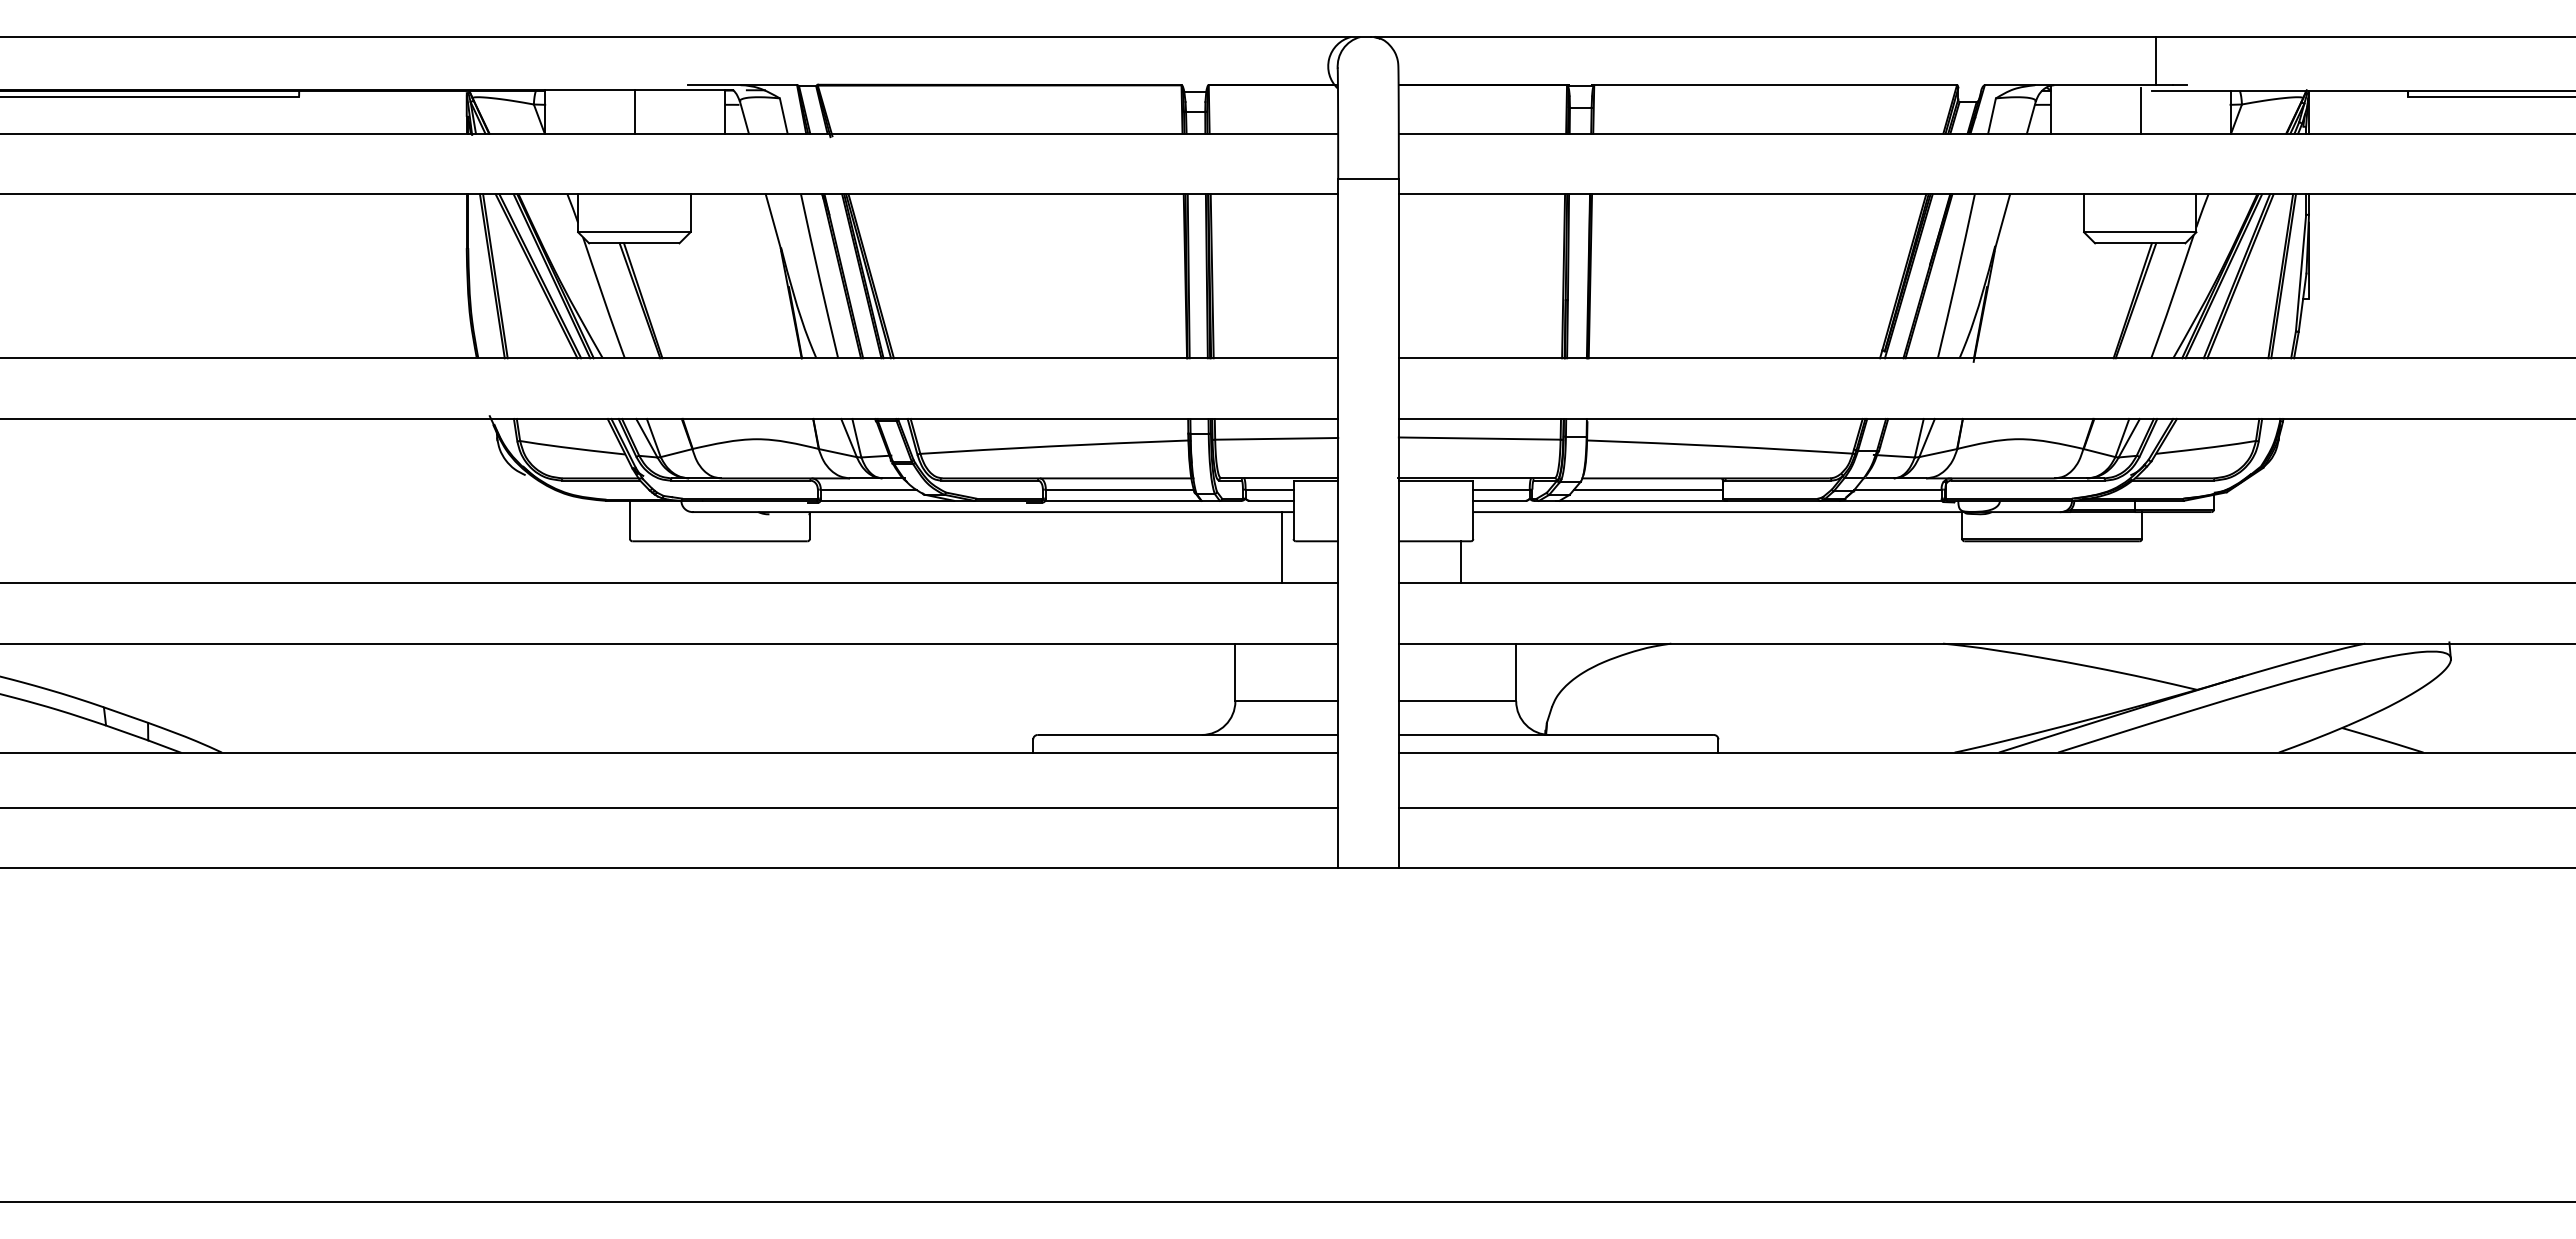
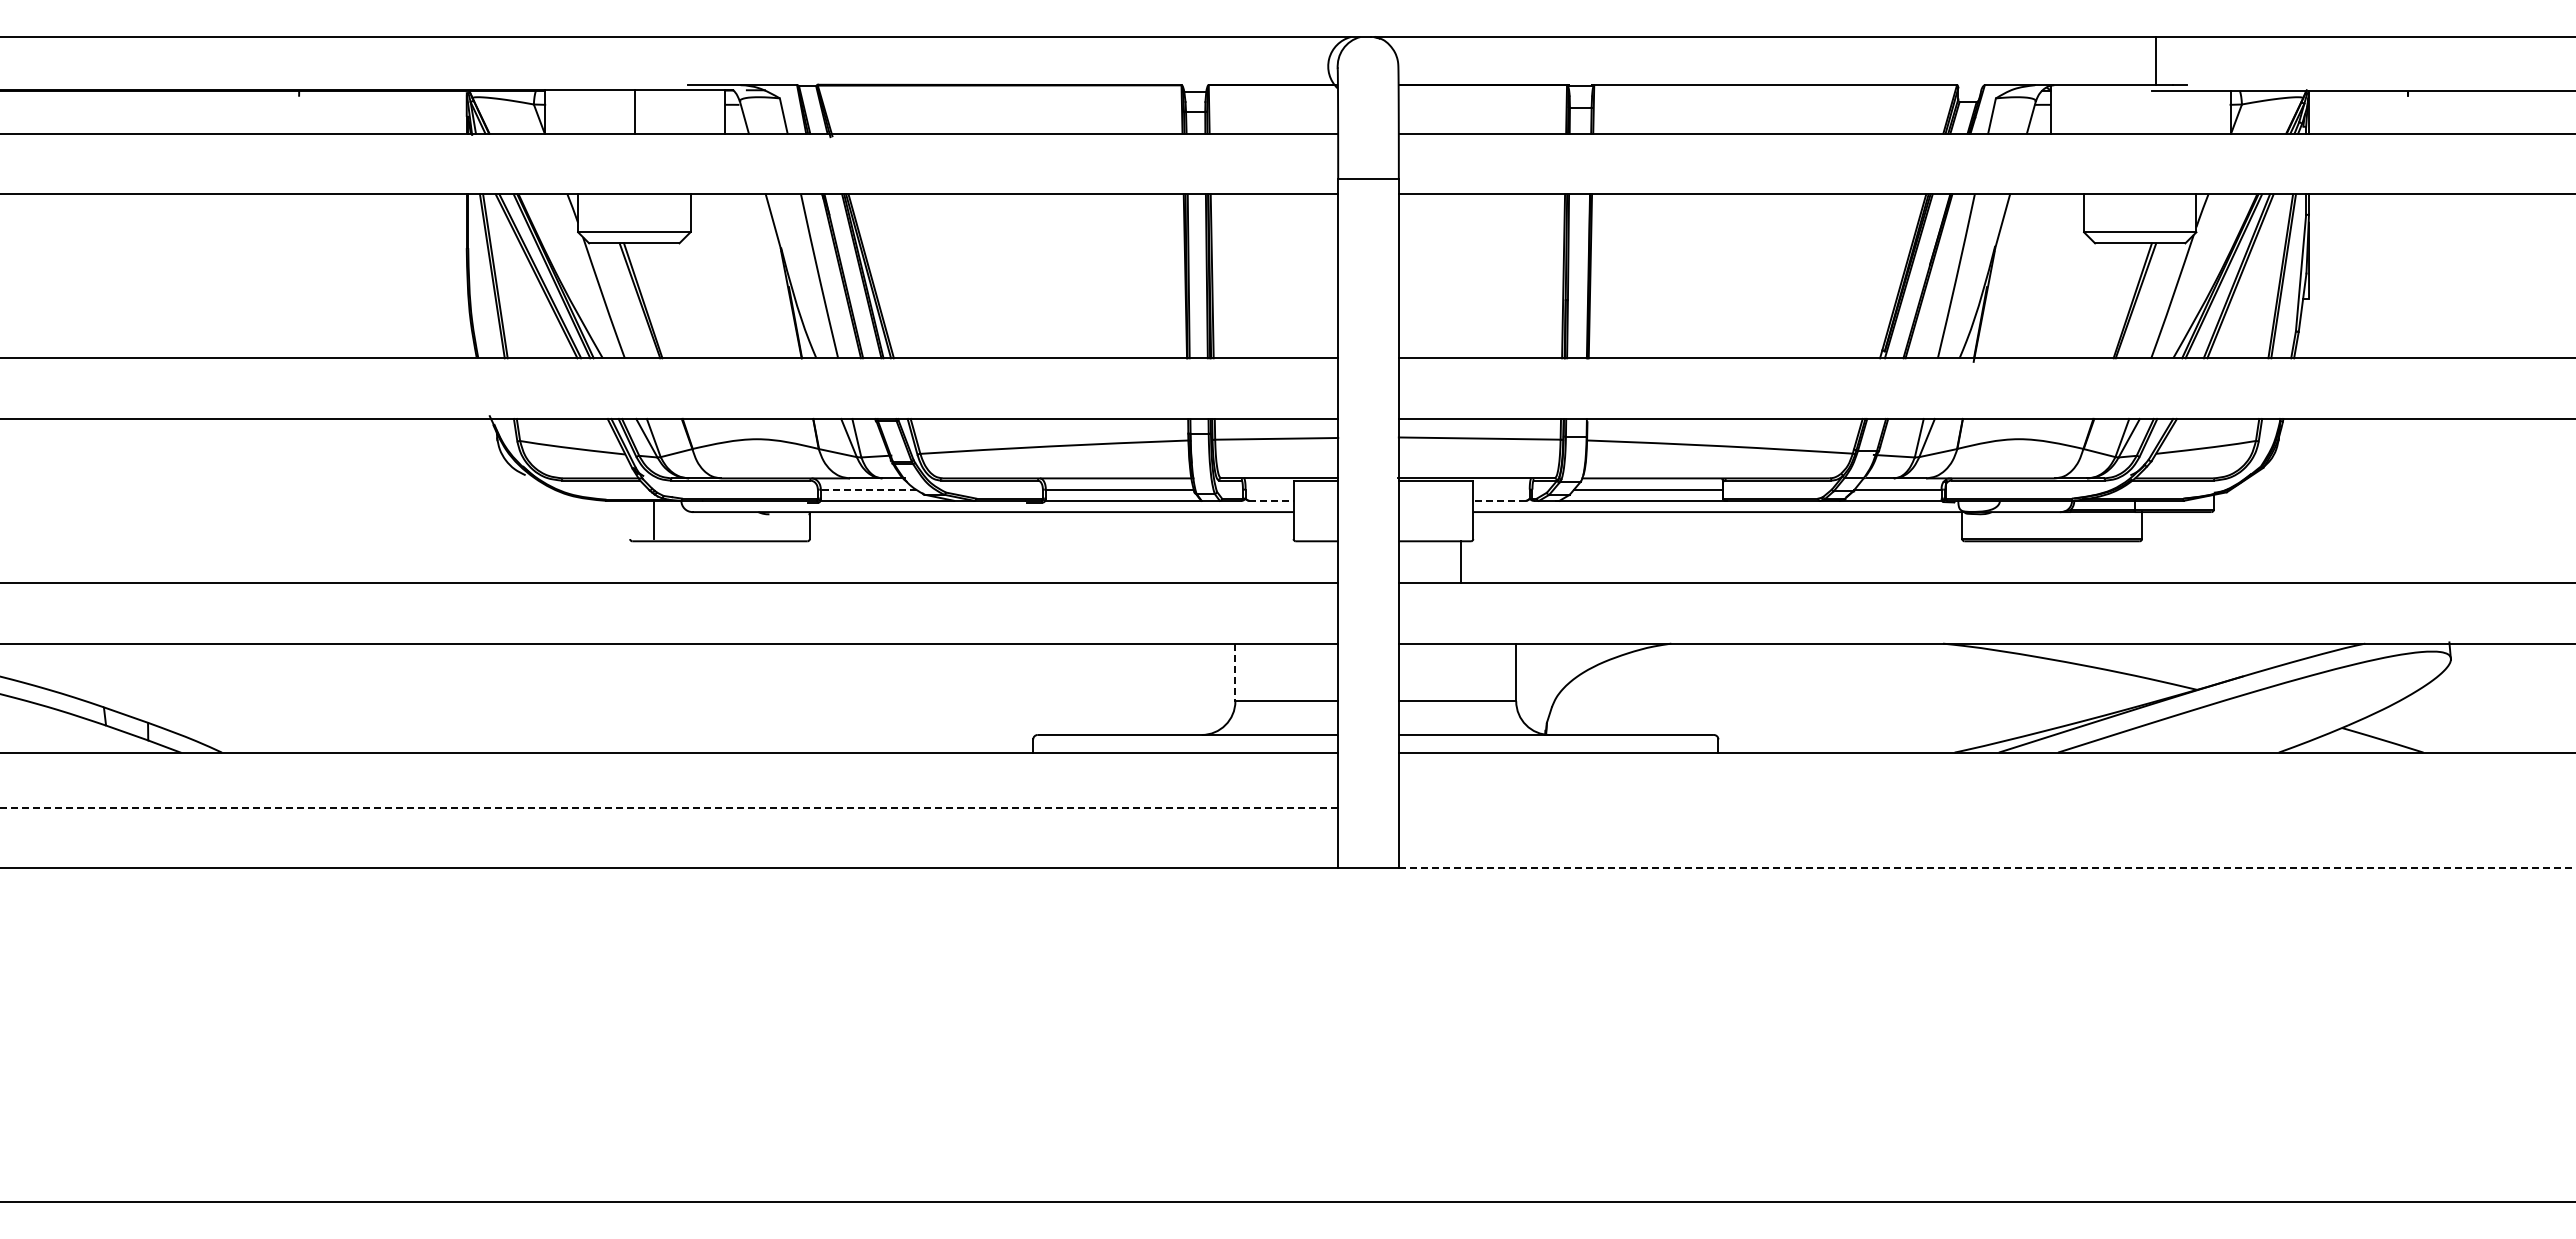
line at (150, 96): present -> none
line at (2490, 96): present -> none
line at (2140, 110): present -> none
line at (868, 489): solid -> dashed
line at (1269, 489): present -> none
line at (1501, 489): present -> none
line at (1271, 500): solid -> dashed
line at (1499, 500): solid -> dashed
line at (630, 519) position: (630, 519) -> (654, 519)
line at (1281, 547): present -> none
line at (1235, 672): solid -> dashed
line at (669, 807): solid -> dashed
line at (1985, 807): present -> none
line at (1987, 868): solid -> dashed
